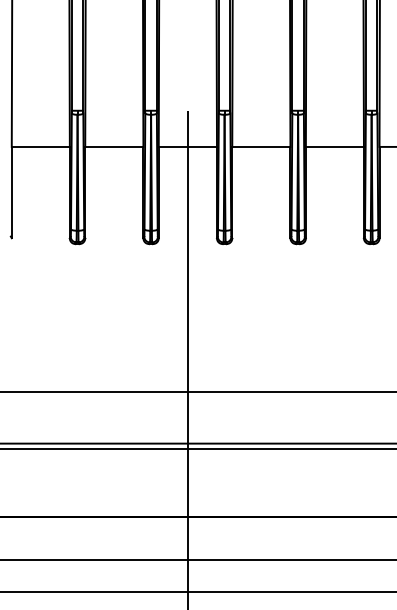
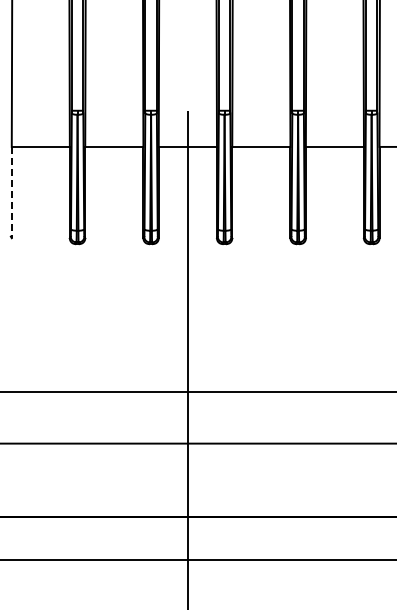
line at (11, 192): solid -> dashed
line at (197, 448): present -> none
line at (197, 591): present -> none
